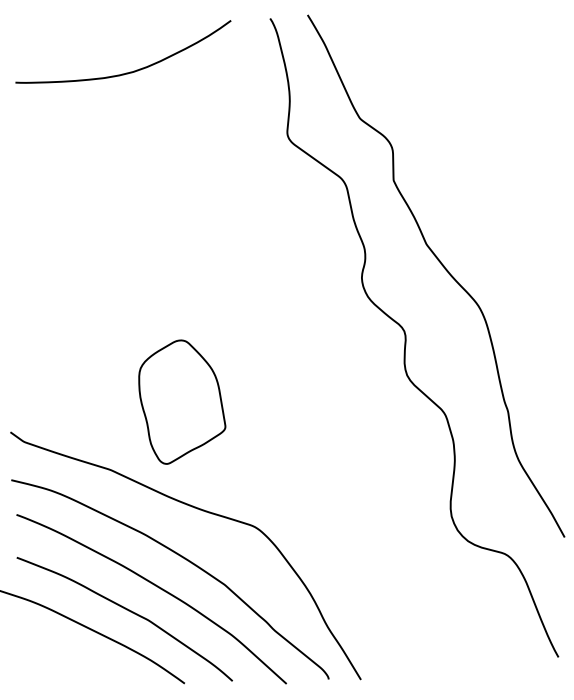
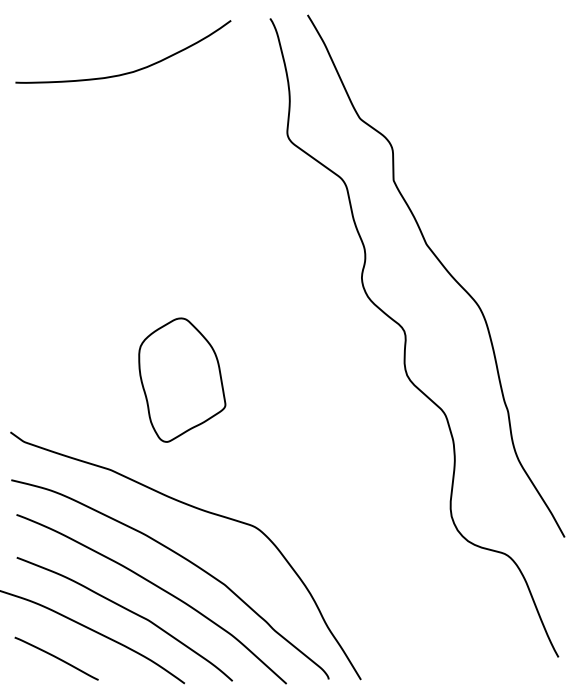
part at (182, 401) position: (182, 401) -> (182, 379)
curve at (56, 658): none -> present
